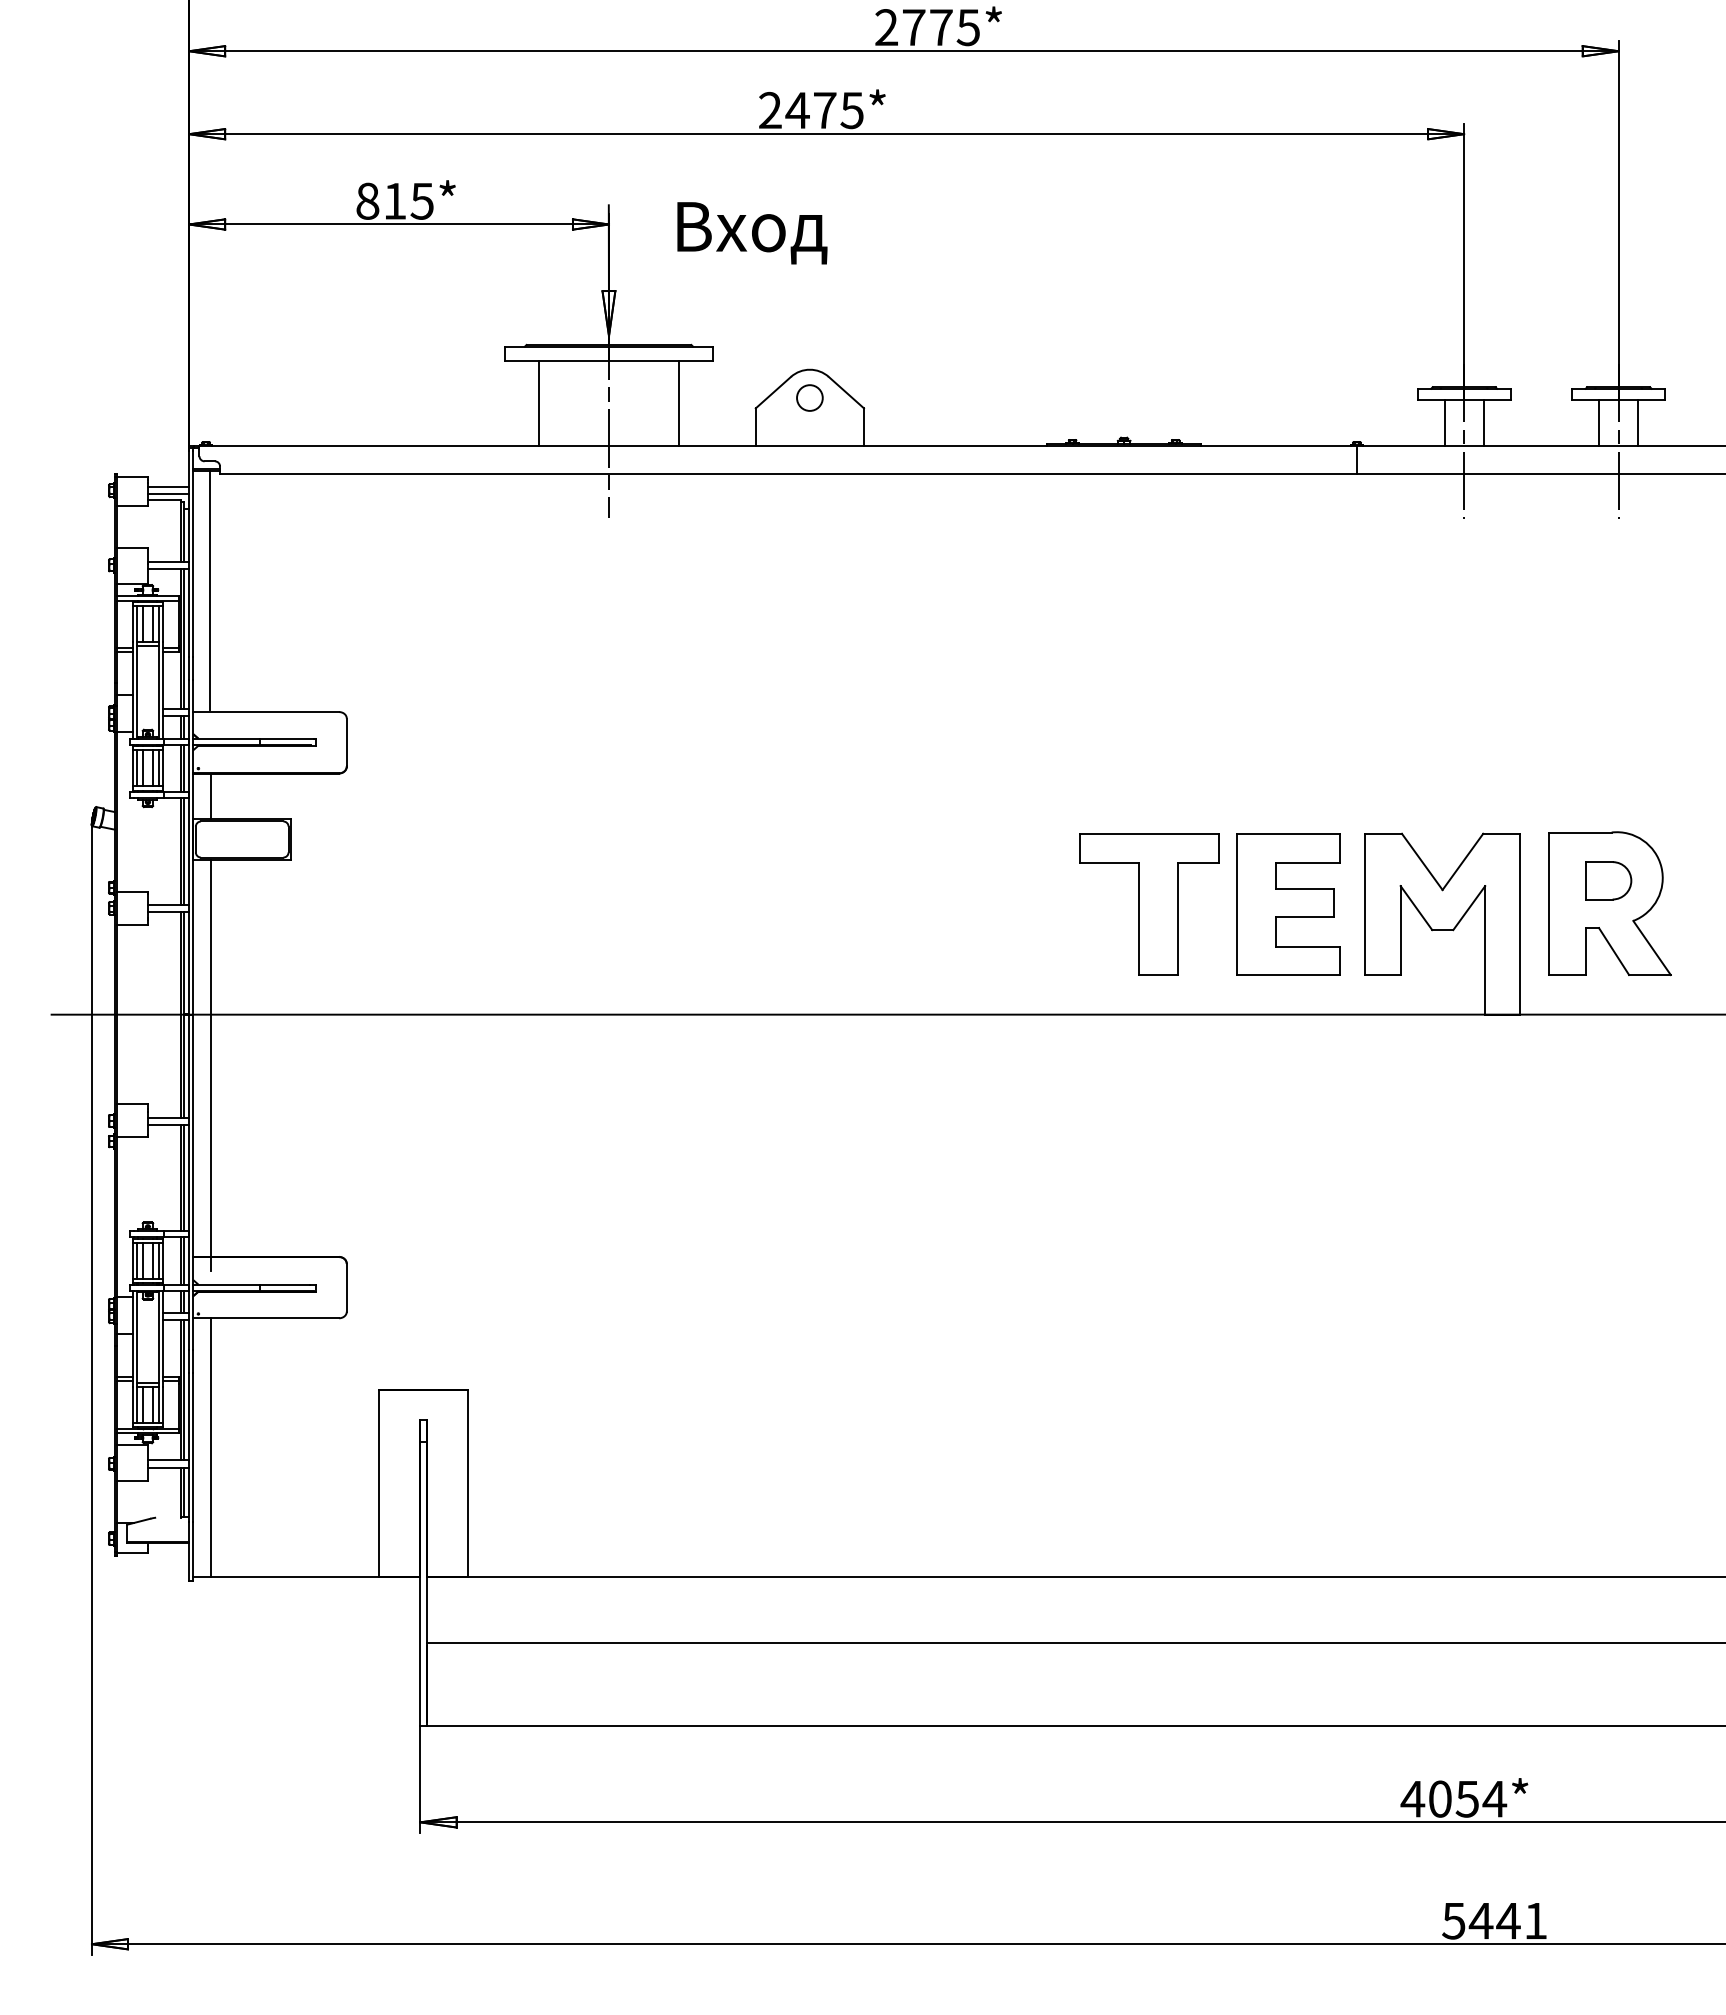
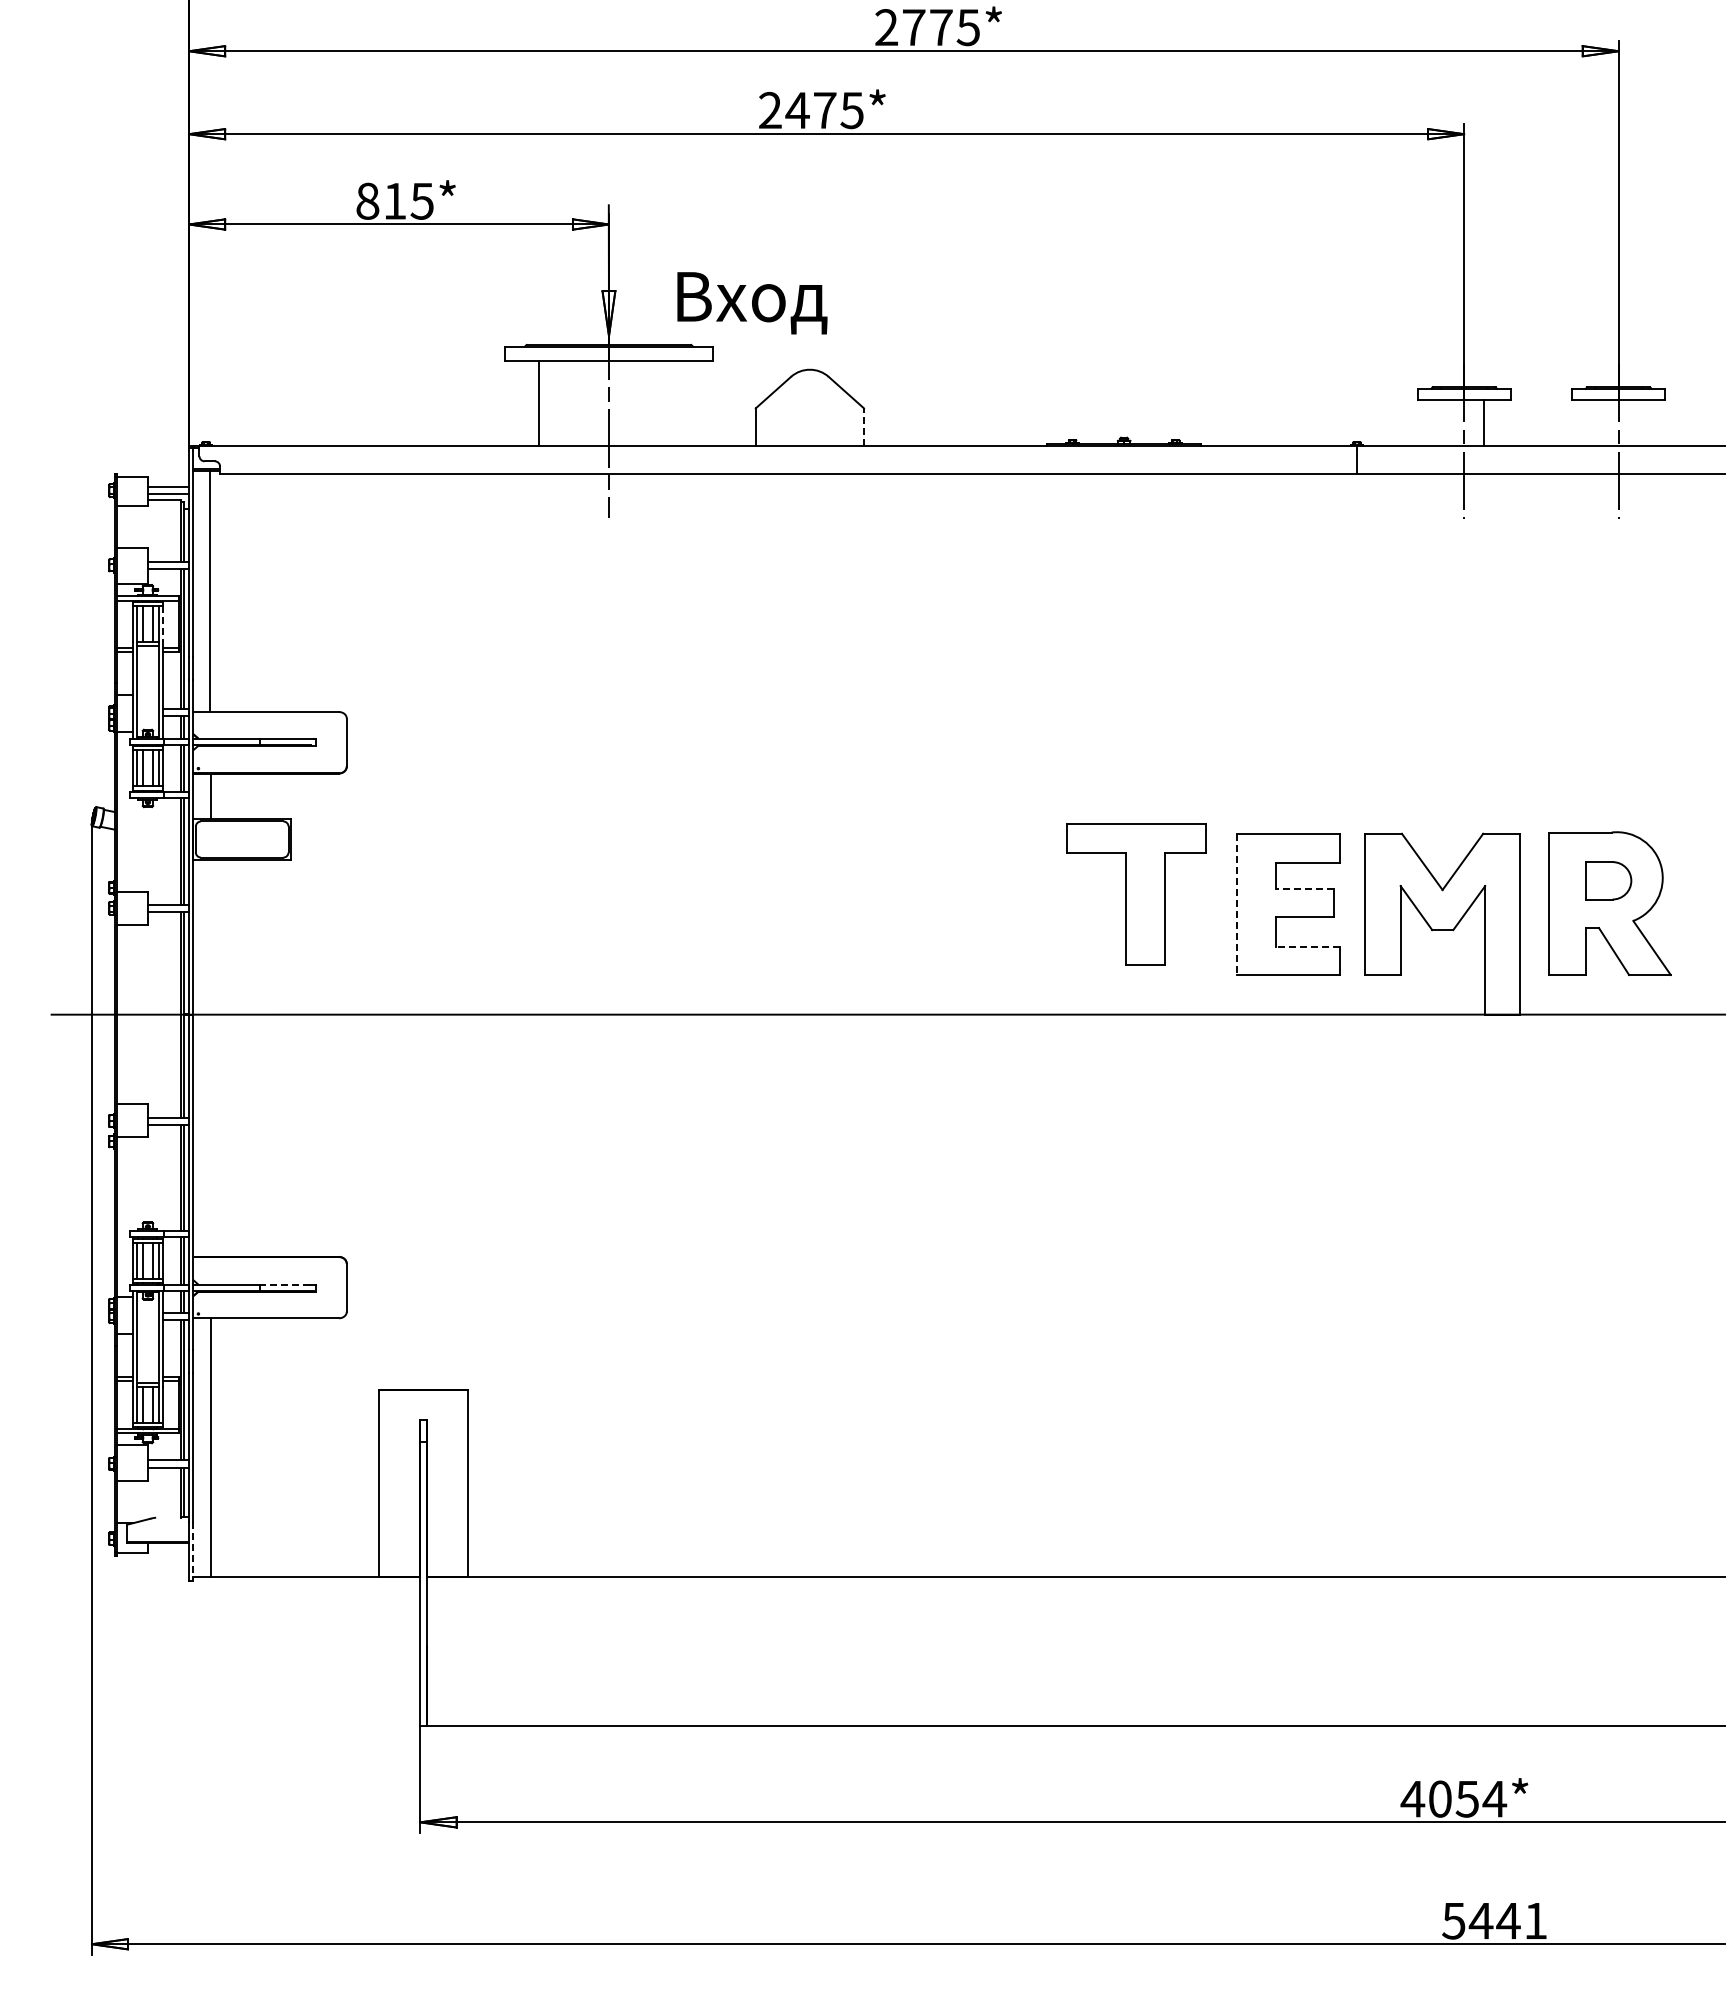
text at (752, 233) position: (752, 233) -> (752, 303)
circle at (809, 397): present -> none
line at (679, 402): present -> none
line at (1444, 422): present -> none
line at (1599, 422): present -> none
line at (1638, 422): present -> none
line at (863, 427): solid -> dashed
line at (163, 624): solid -> dashed
line at (1304, 888): solid -> dashed
part at (1149, 904) position: (1149, 904) -> (1136, 894)
line at (1237, 904): solid -> dashed
line at (1307, 946): solid -> dashed
line at (211, 1065): present -> none
line at (285, 1284): solid -> dashed
line at (193, 1551): solid -> dashed
line at (1074, 1643): present -> none
